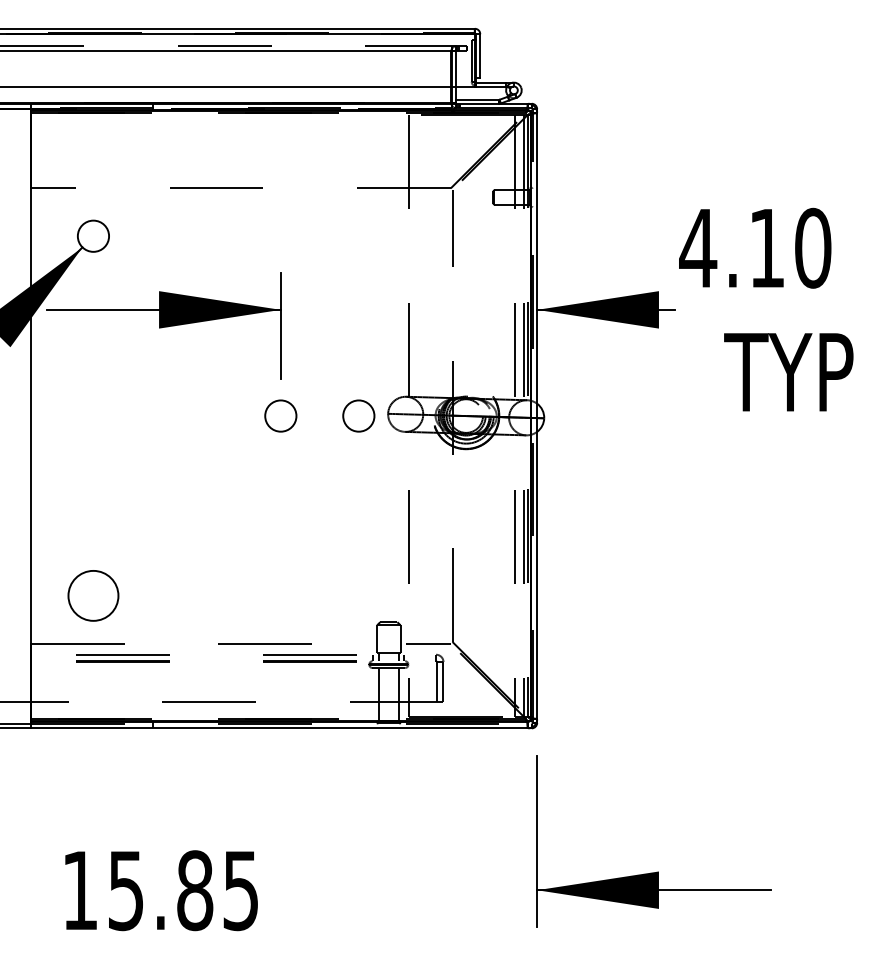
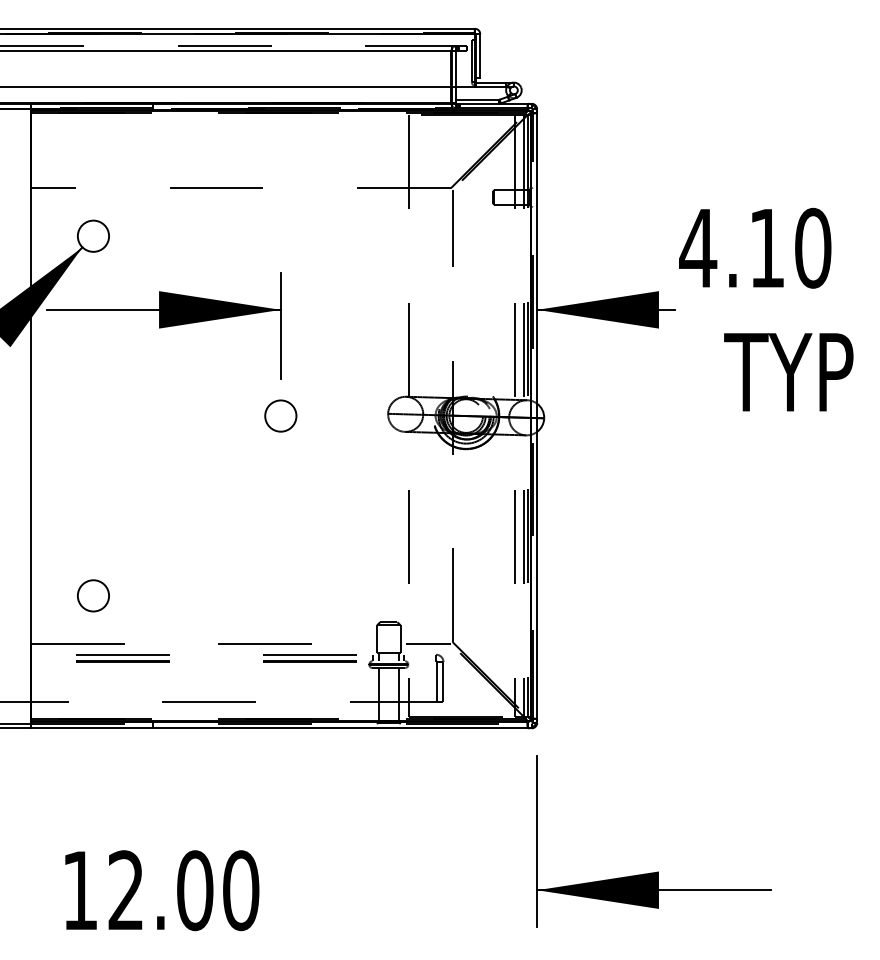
circle at (358, 415): present -> none
circle at (93, 595) diameter: 50 px -> 31 px
text at (183, 890): 15.85 -> 12.00
